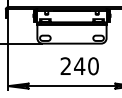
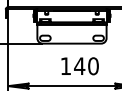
text at (65, 65): 240 -> 140
